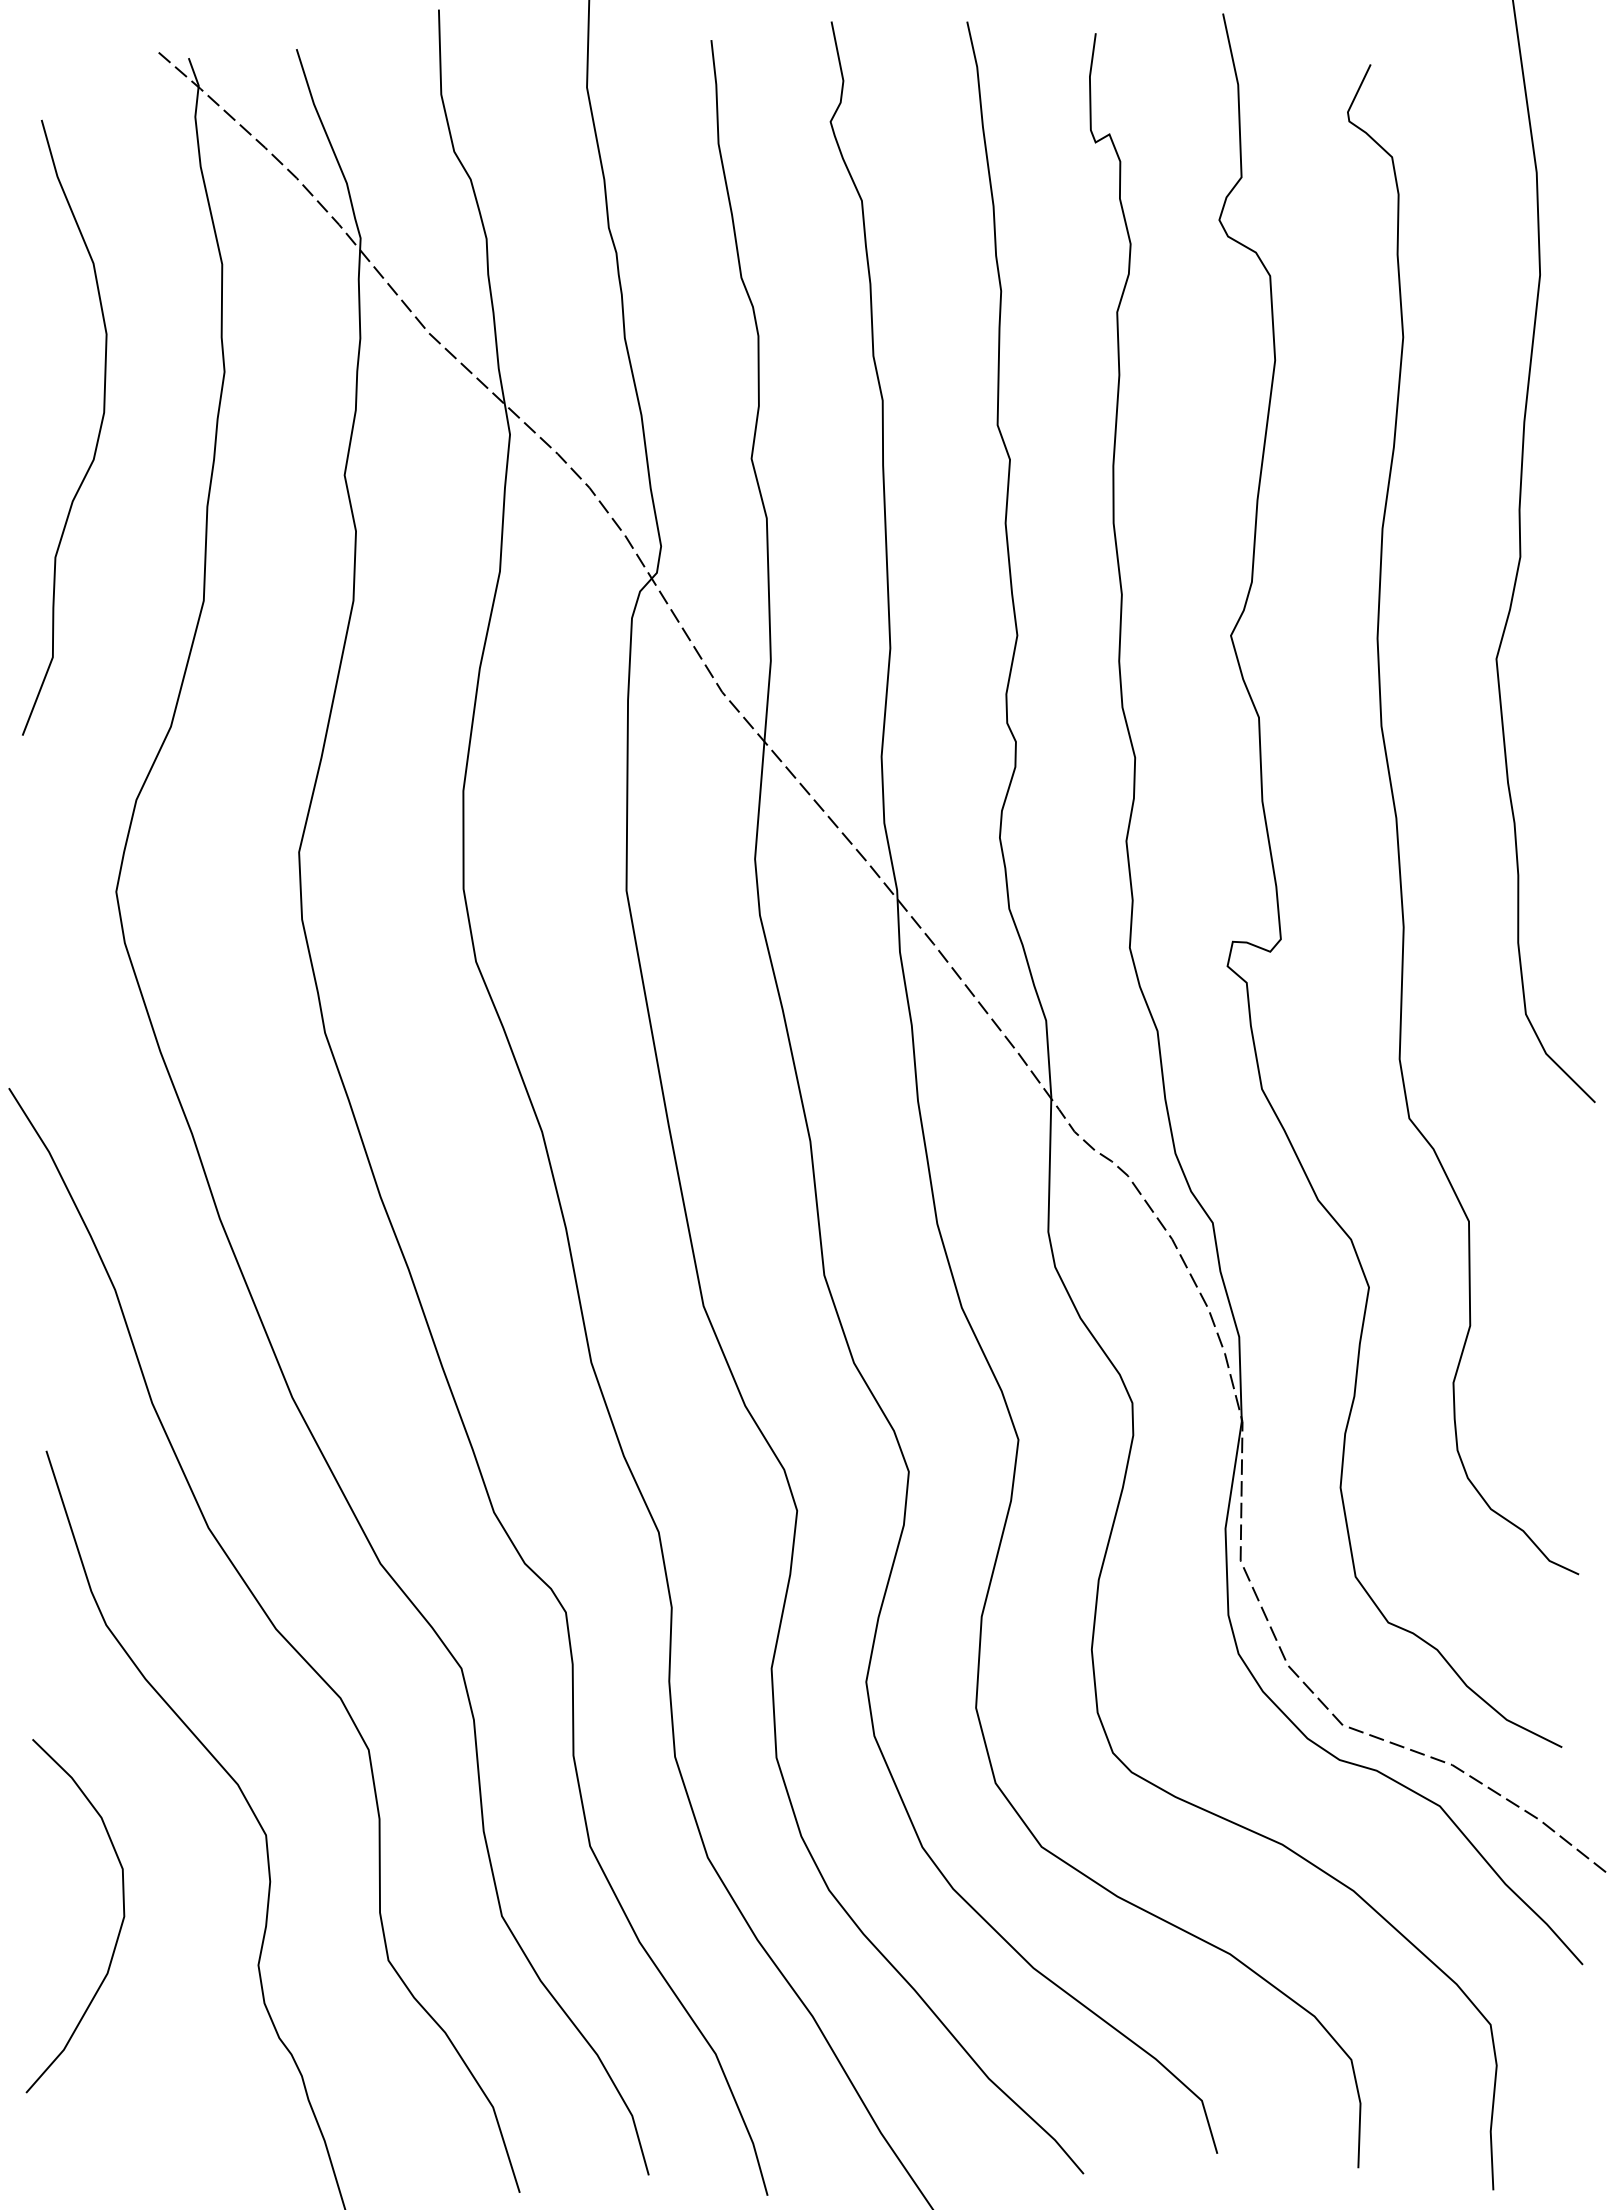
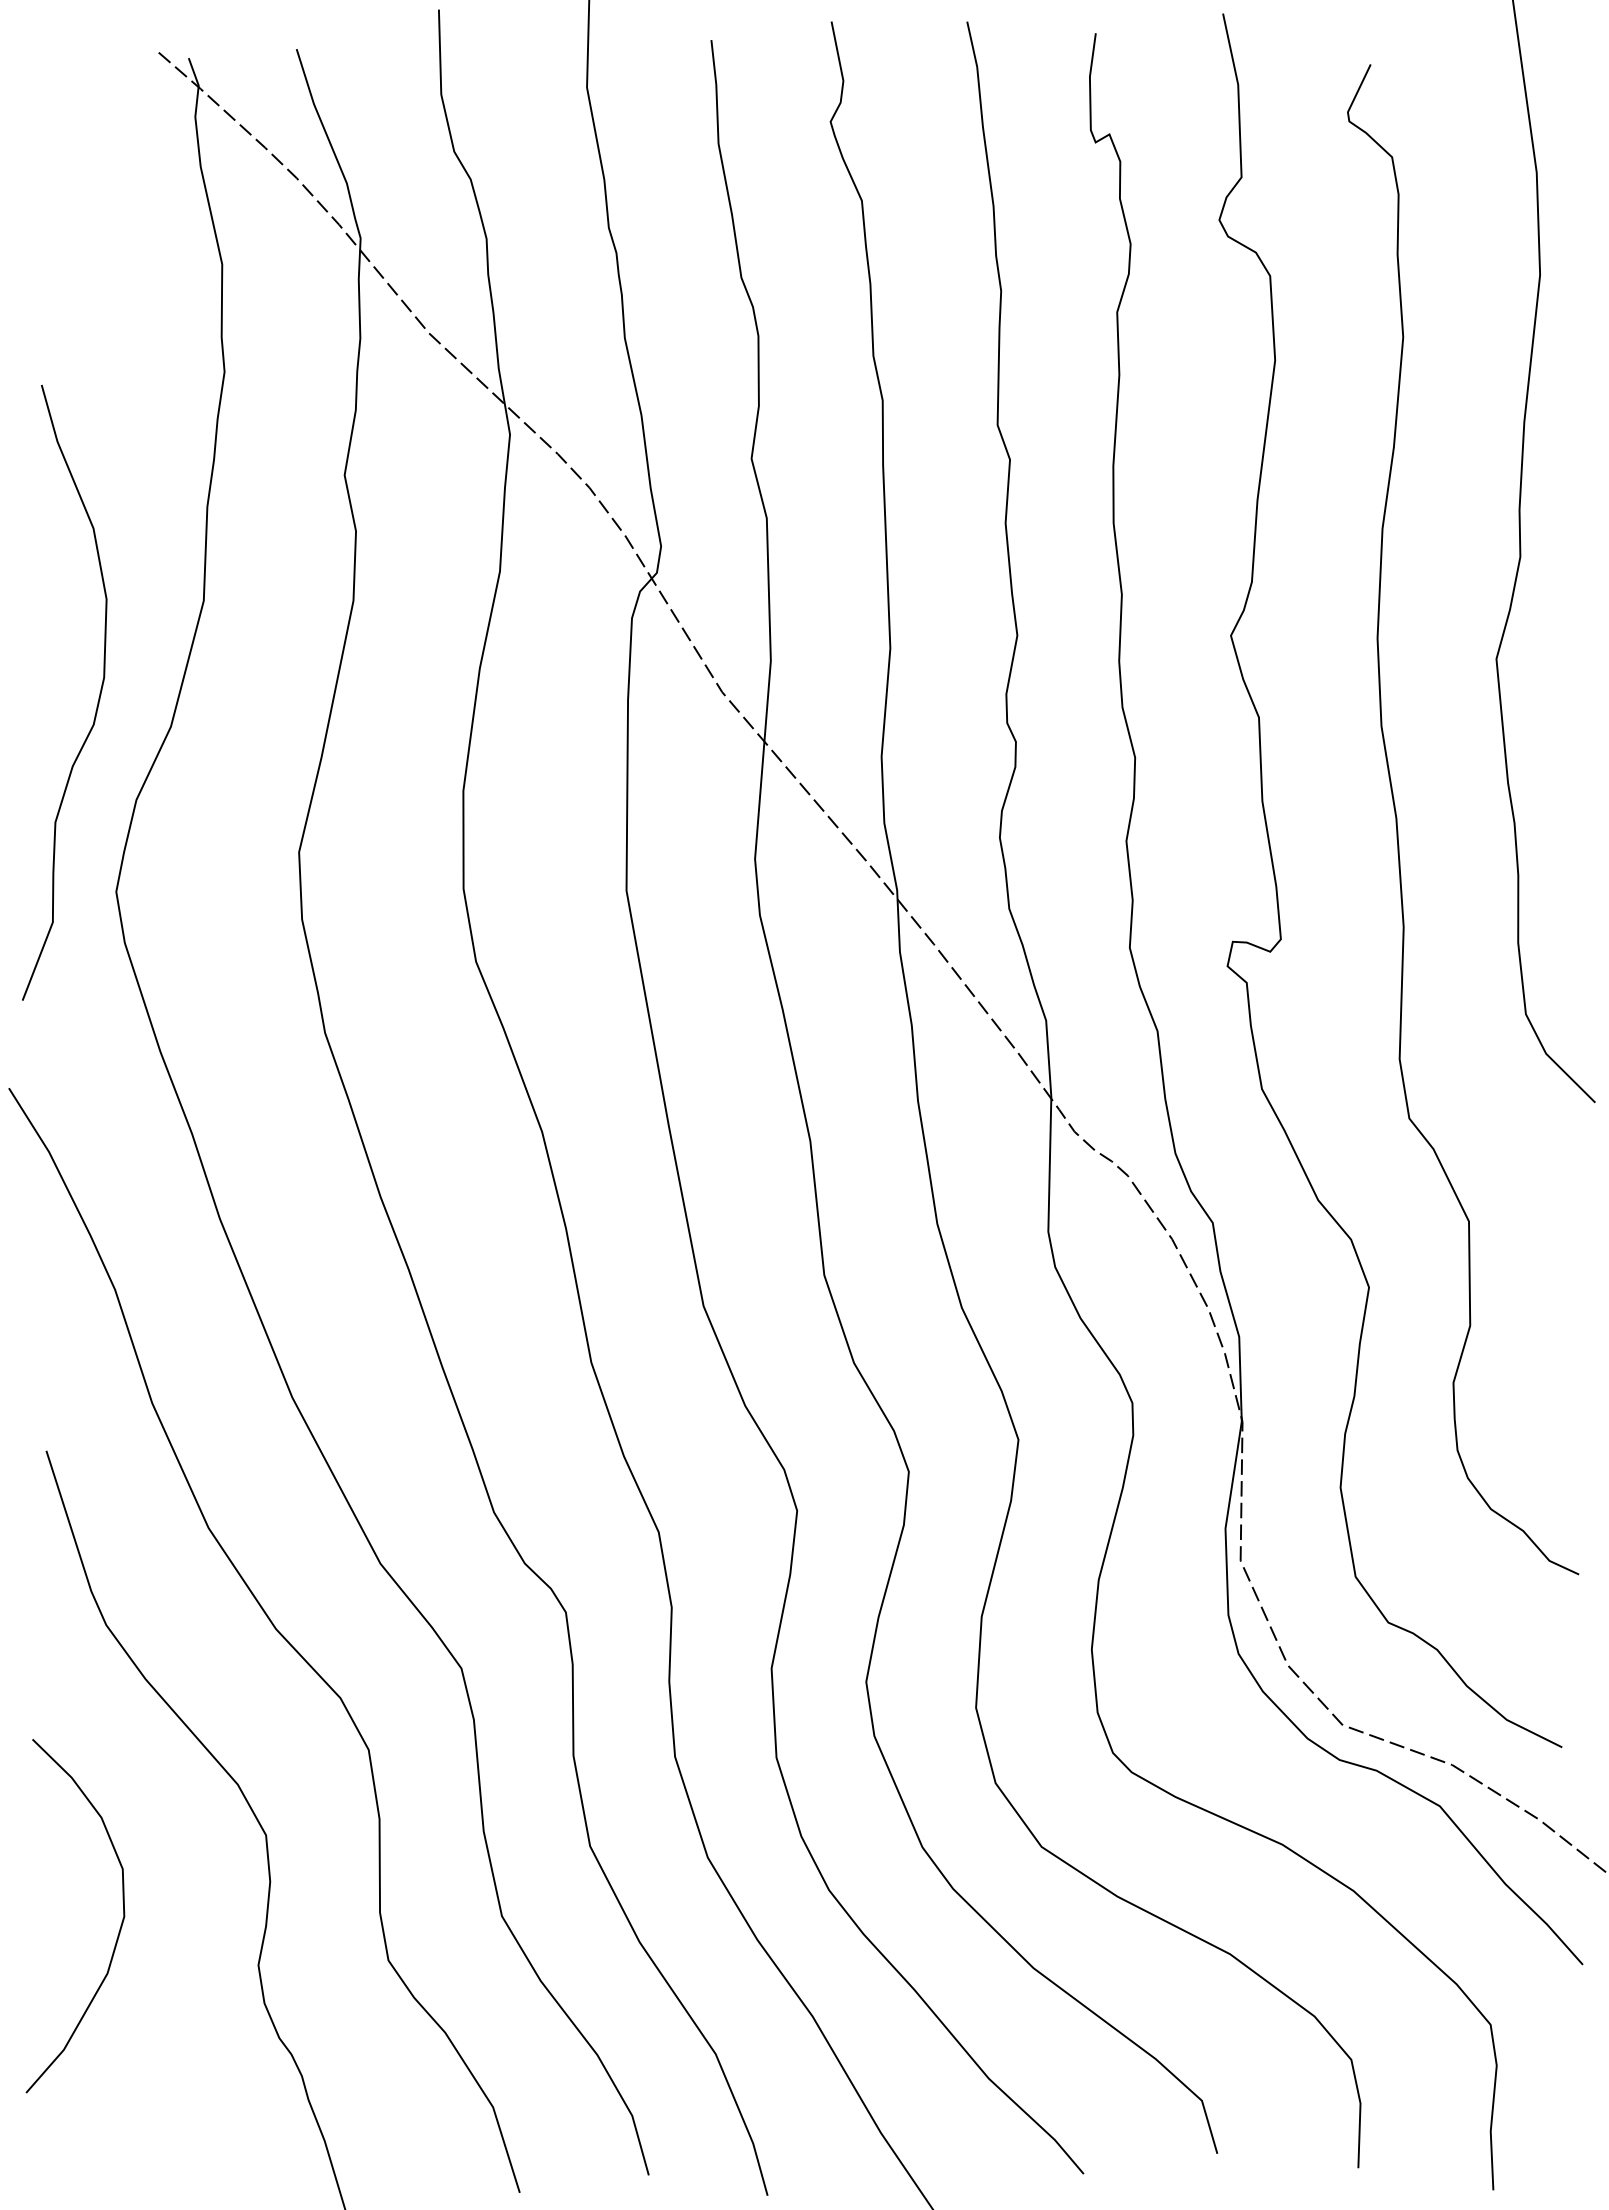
curve at (98, 432) position: (98, 432) -> (98, 697)
